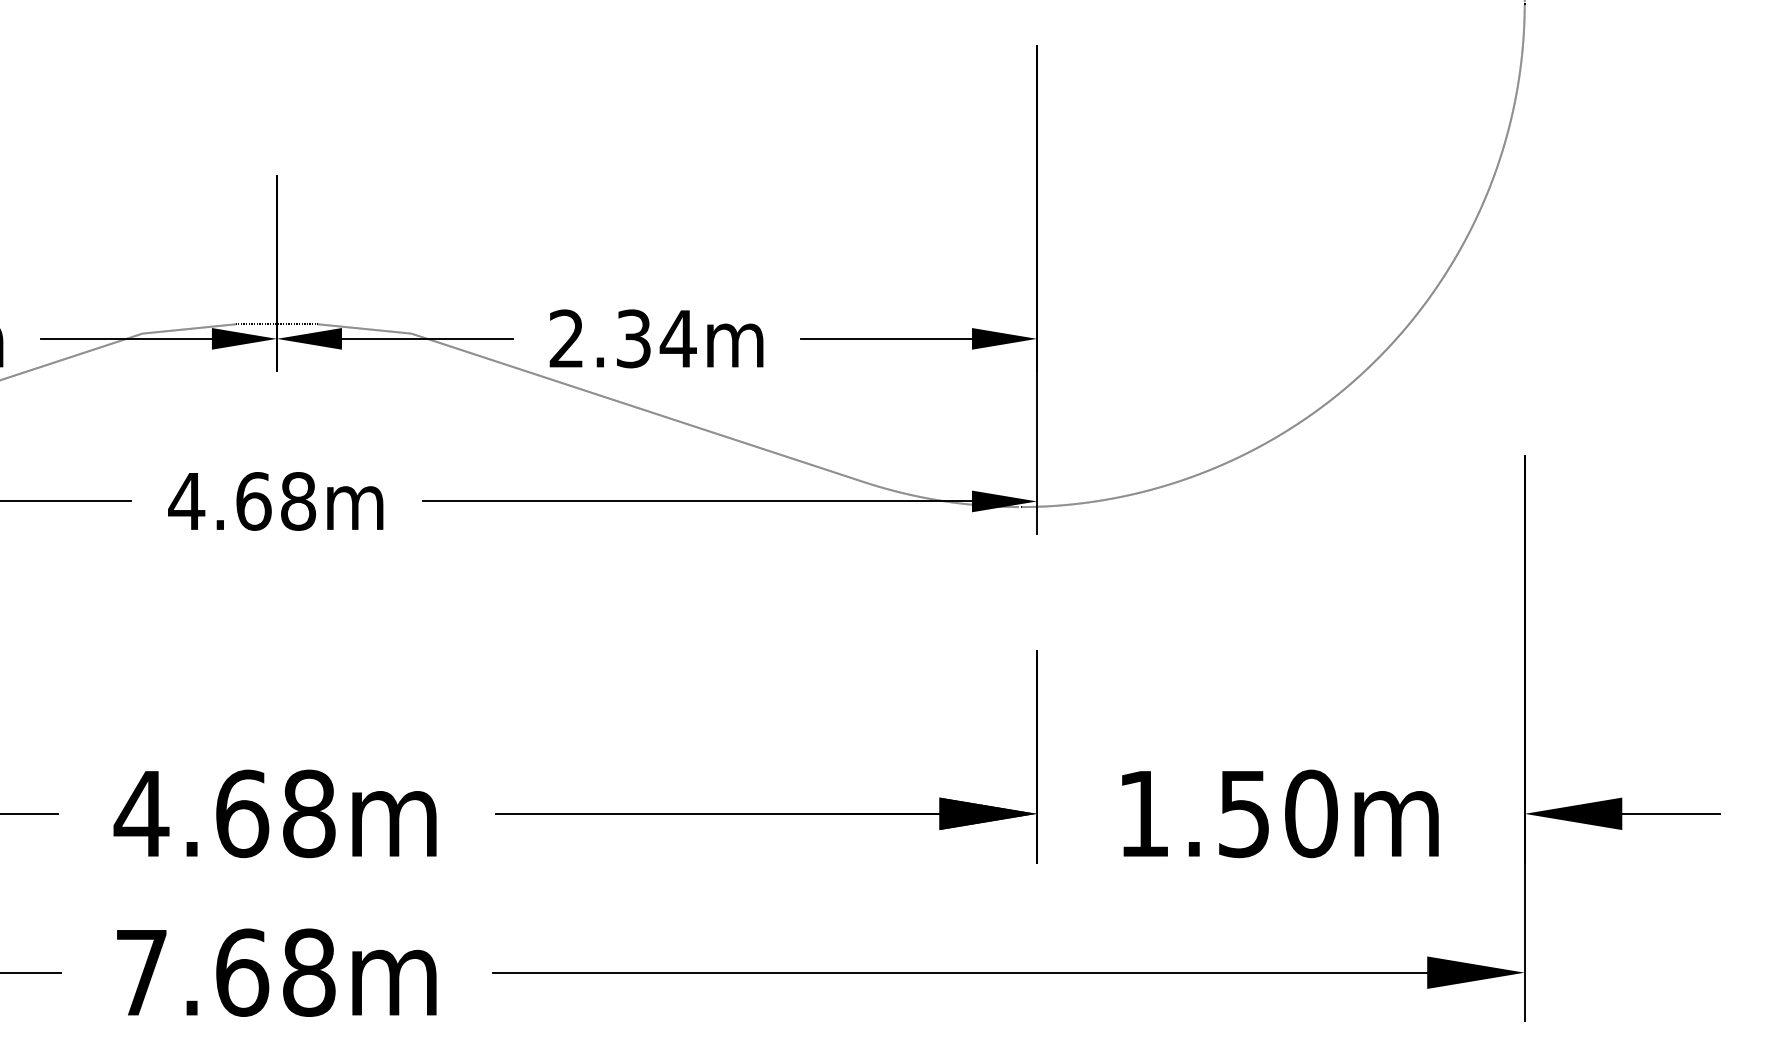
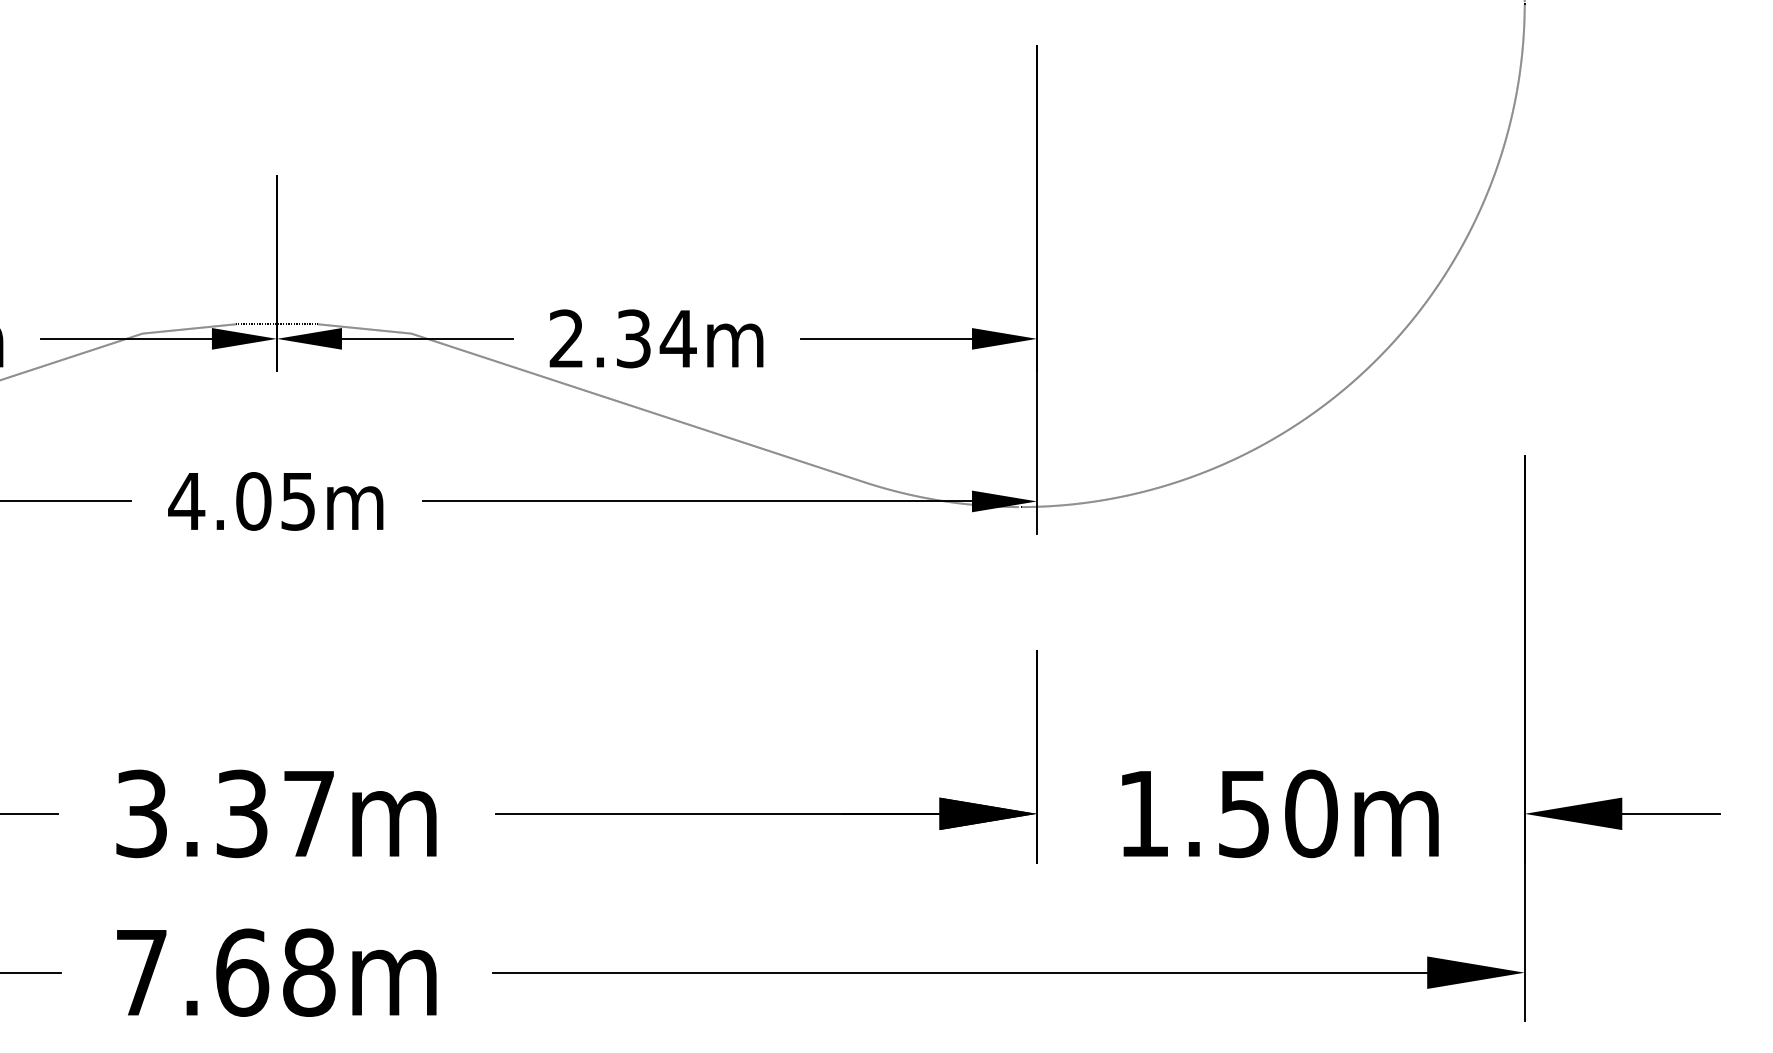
text at (276, 501): 4.68m -> 4.05m
text at (224, 813): 4.68m -> 3.37m
